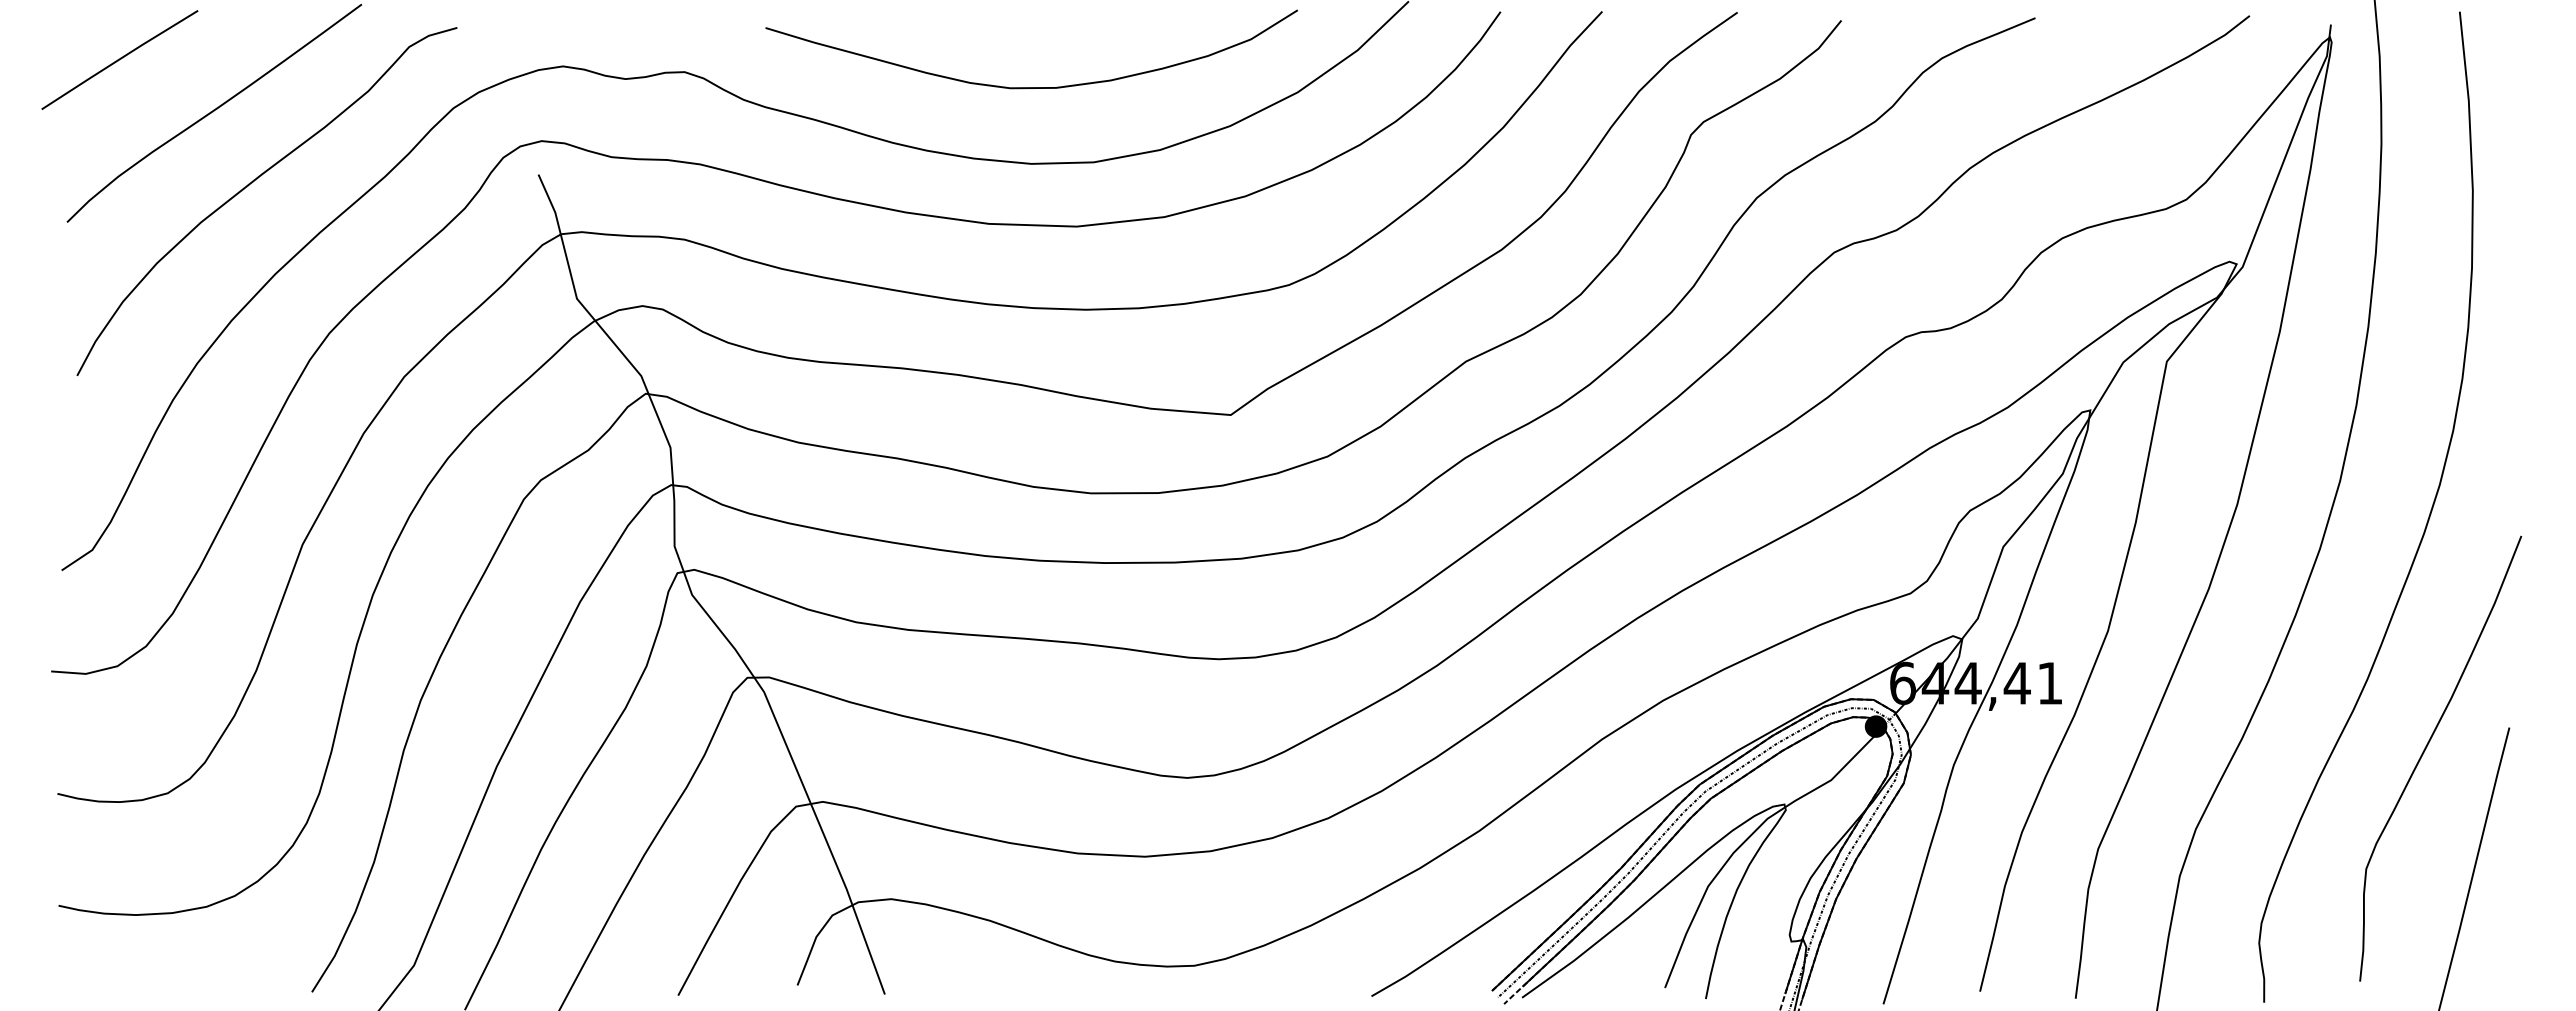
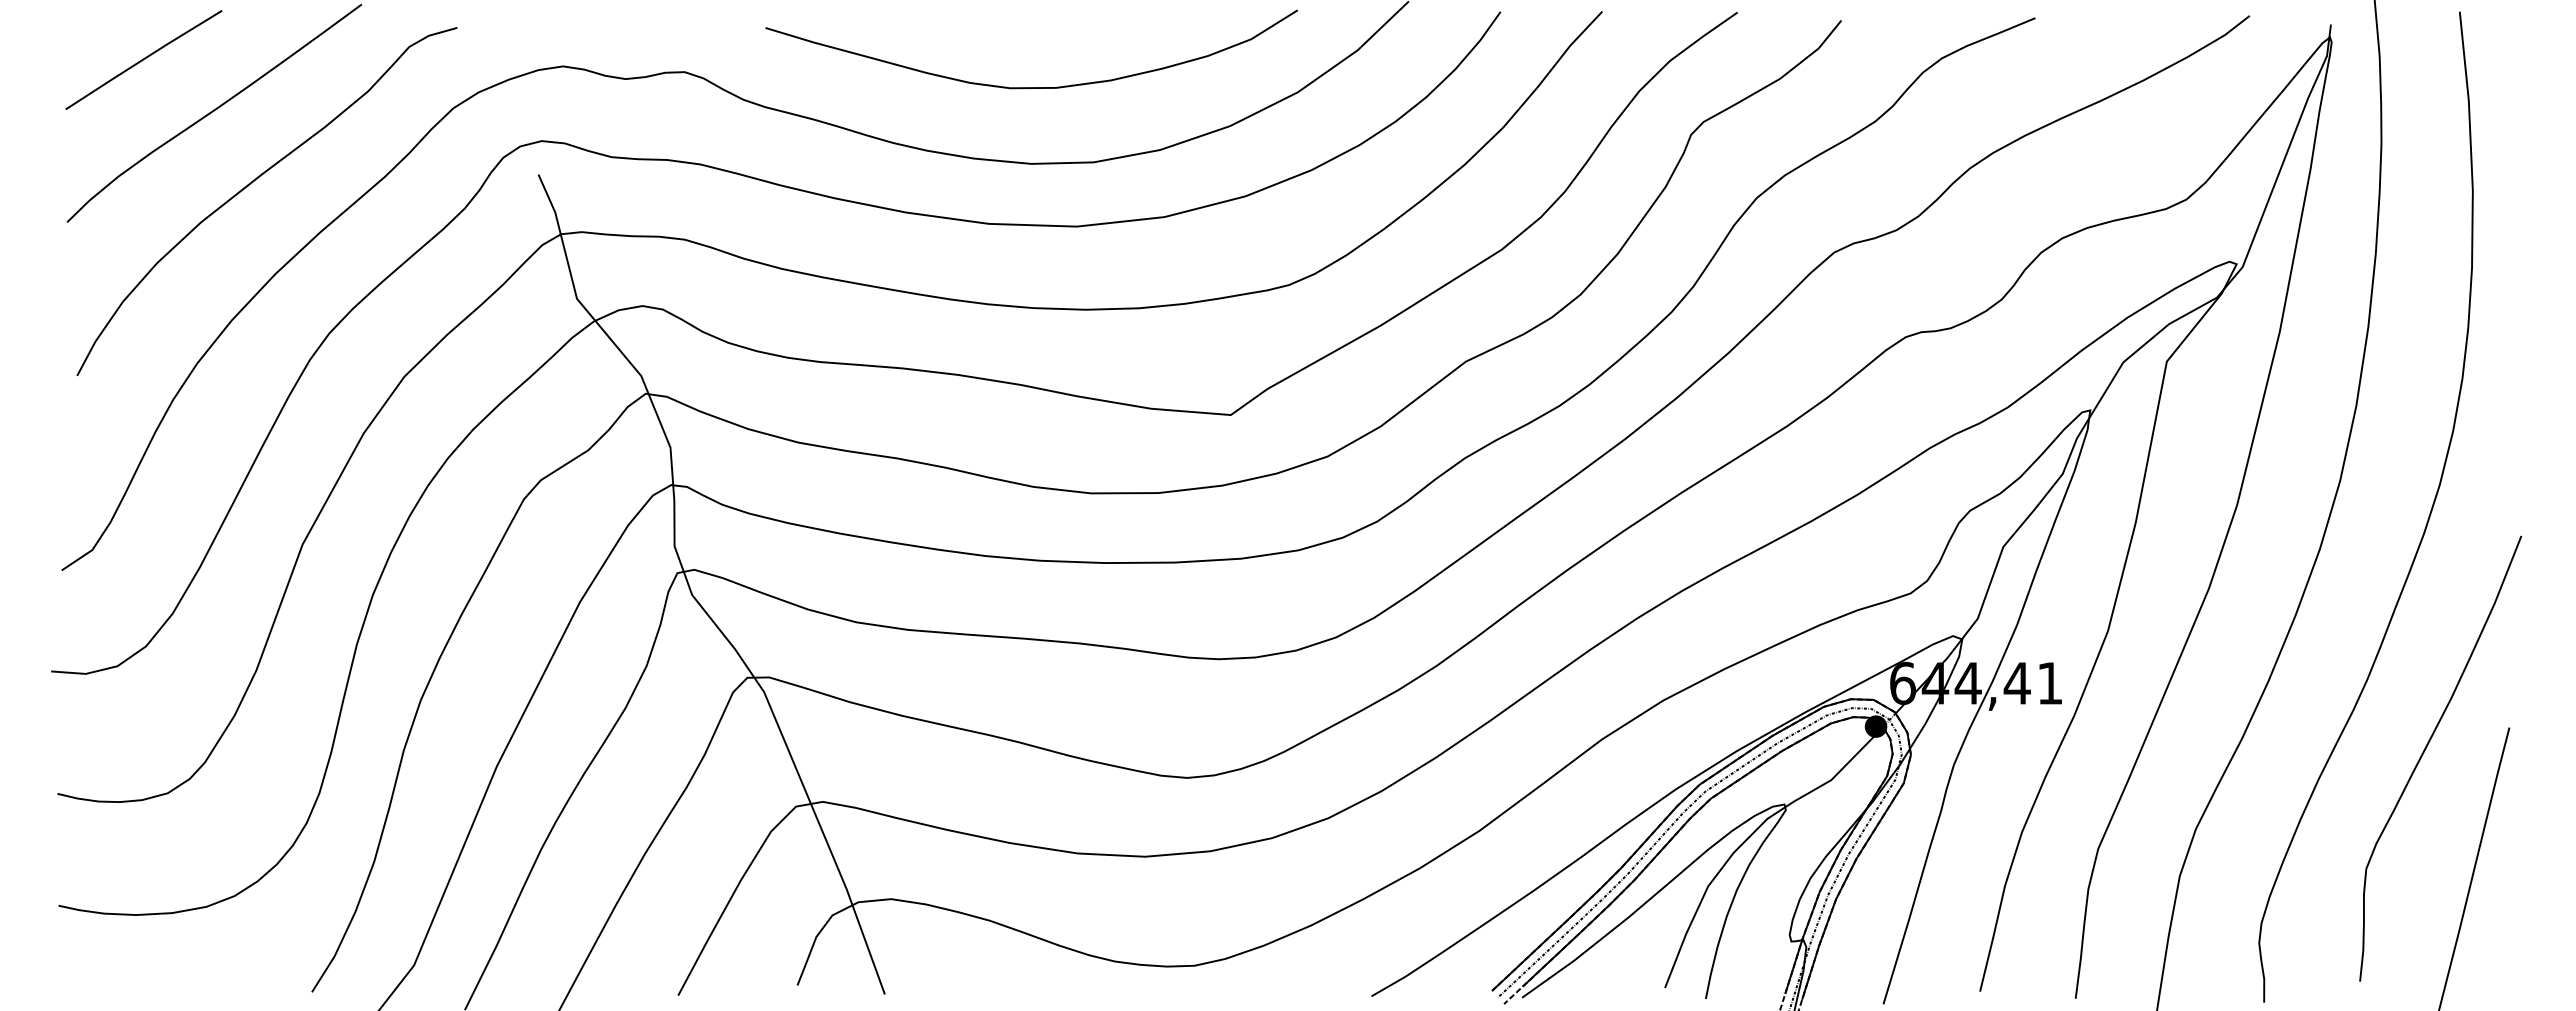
line at (119, 59) position: (119, 59) -> (143, 59)
